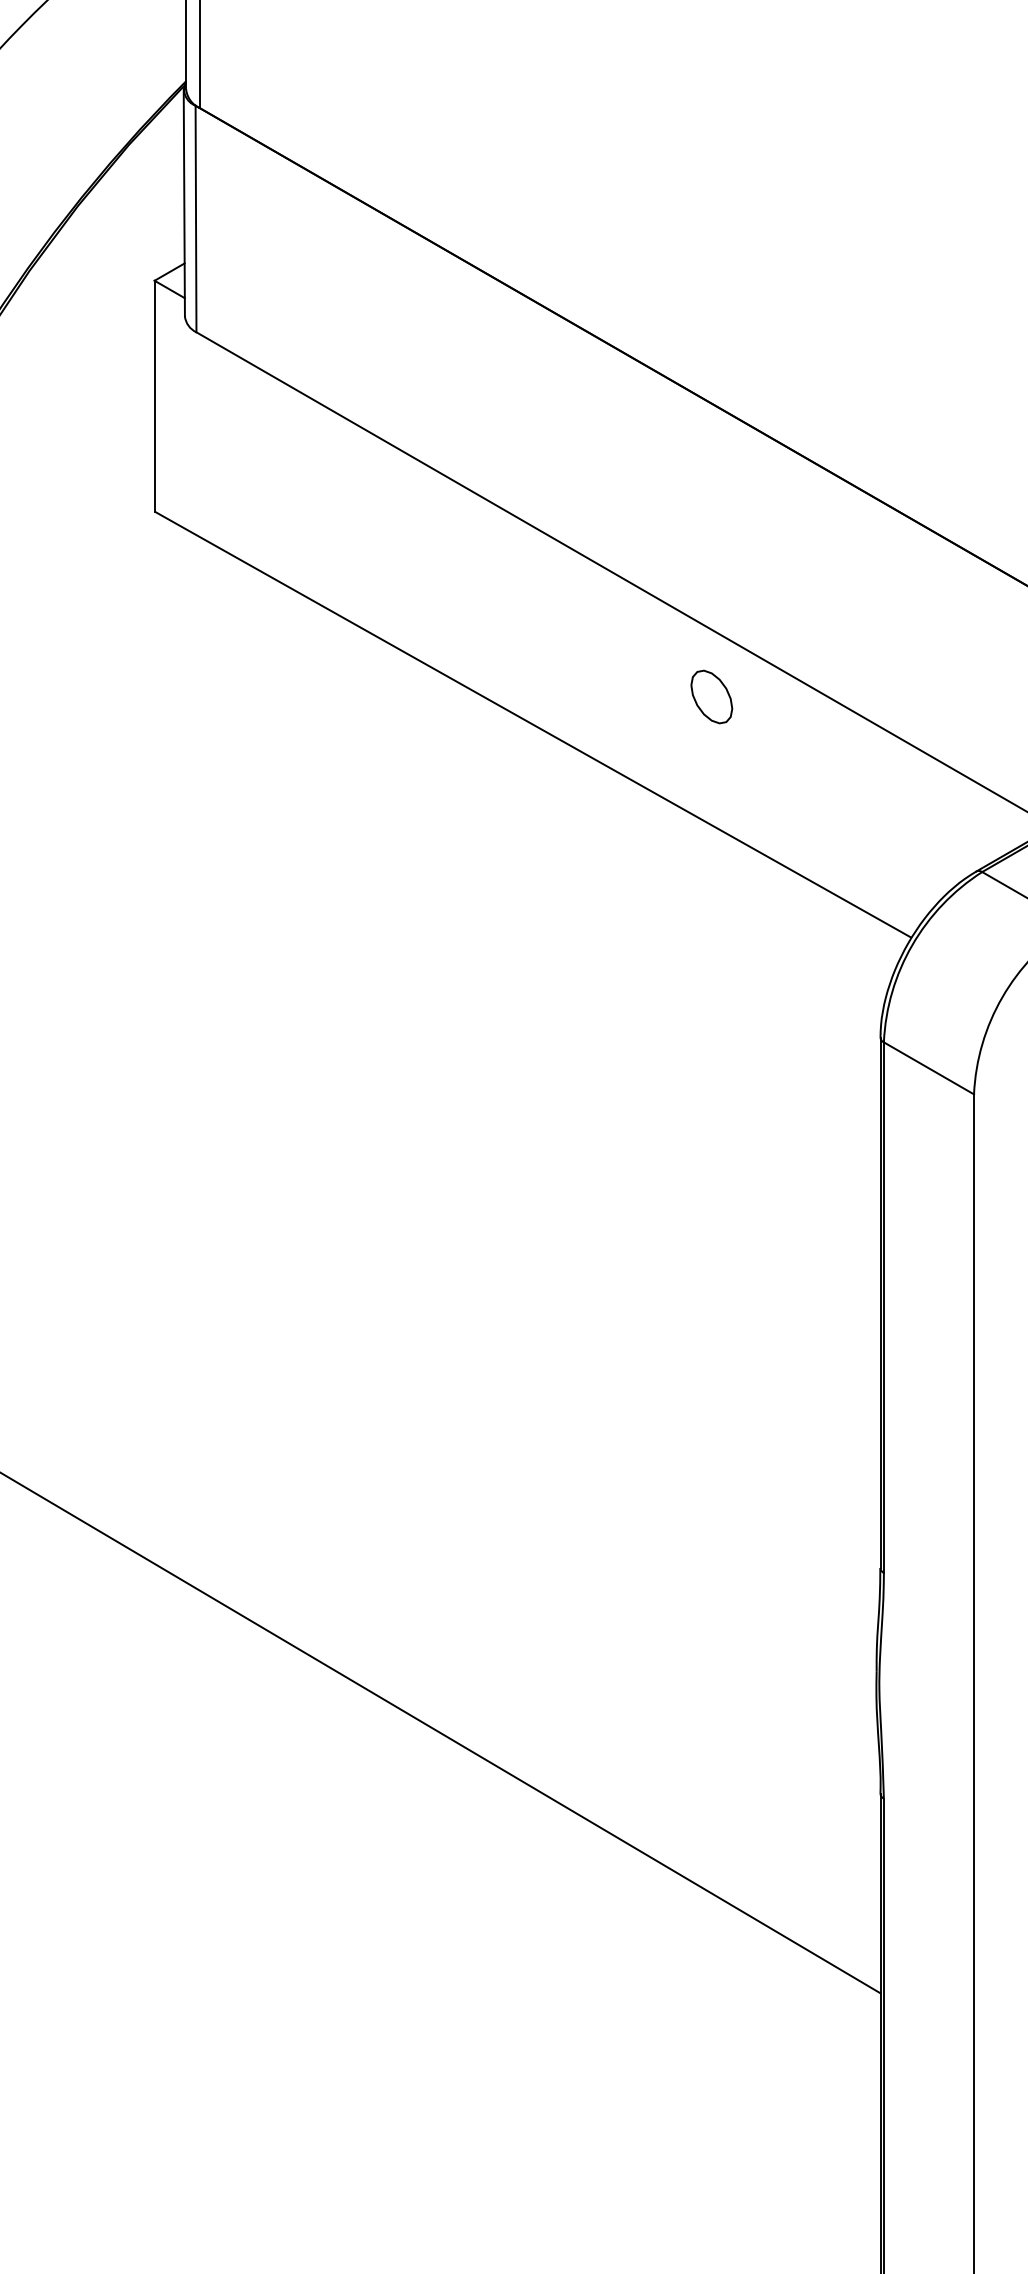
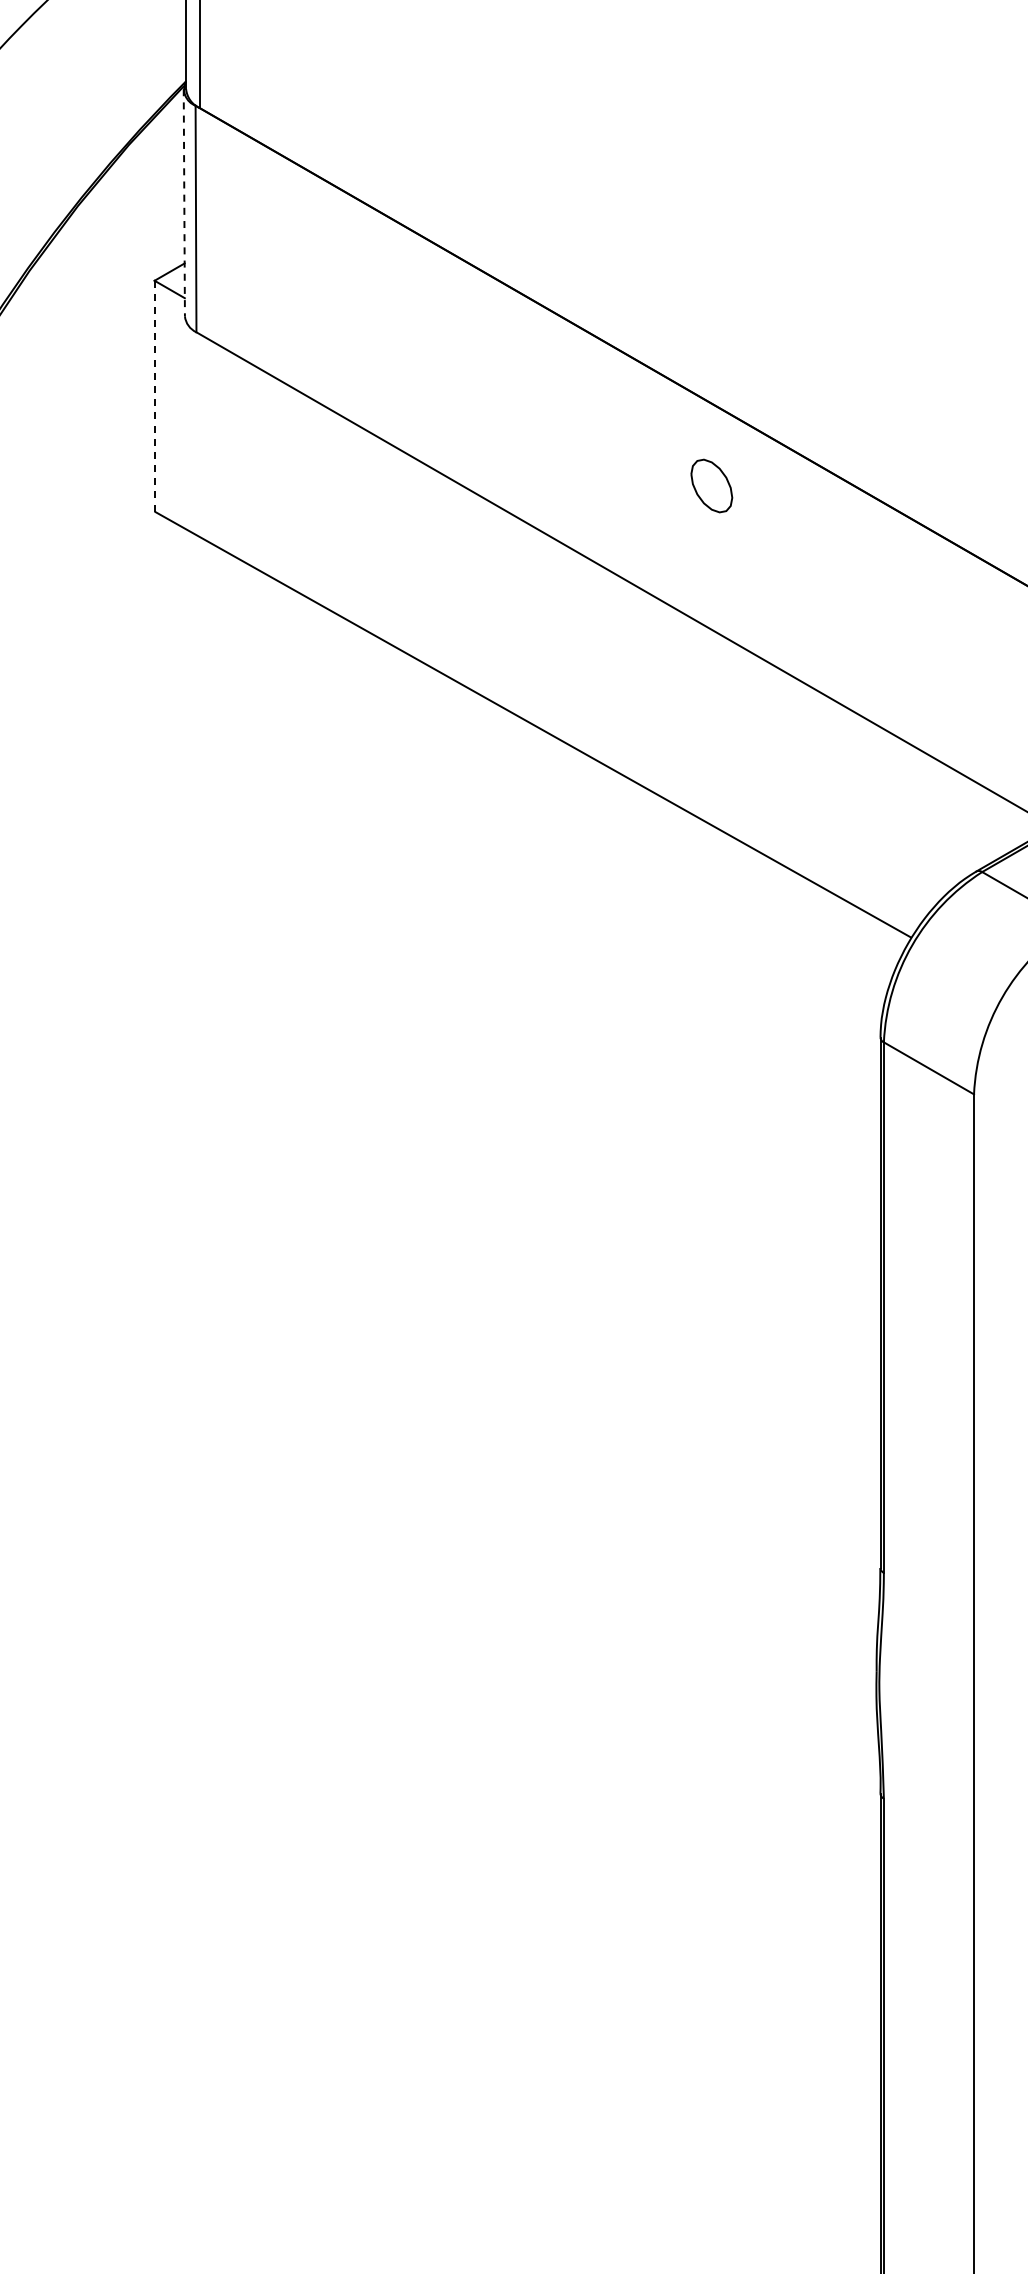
line at (184, 202): solid -> dashed
line at (154, 395): solid -> dashed
part at (711, 696) position: (711, 696) -> (711, 485)
line at (441, 1733): present -> none
